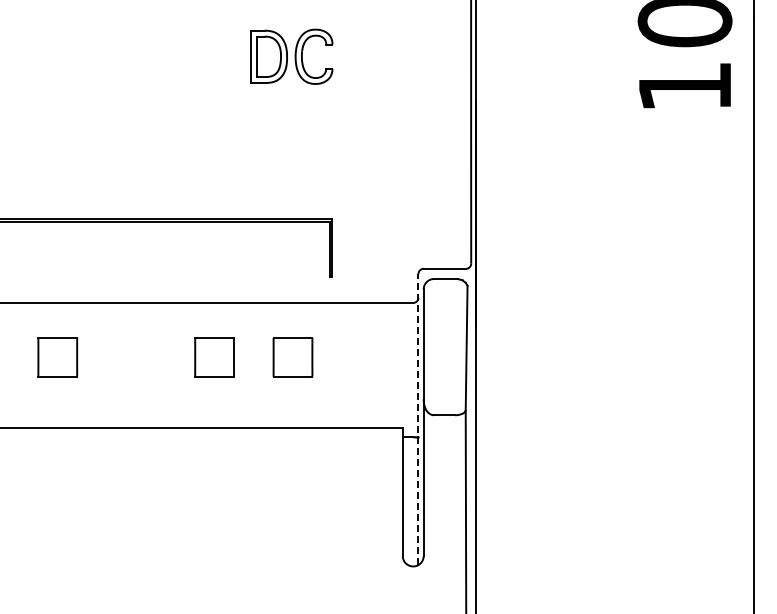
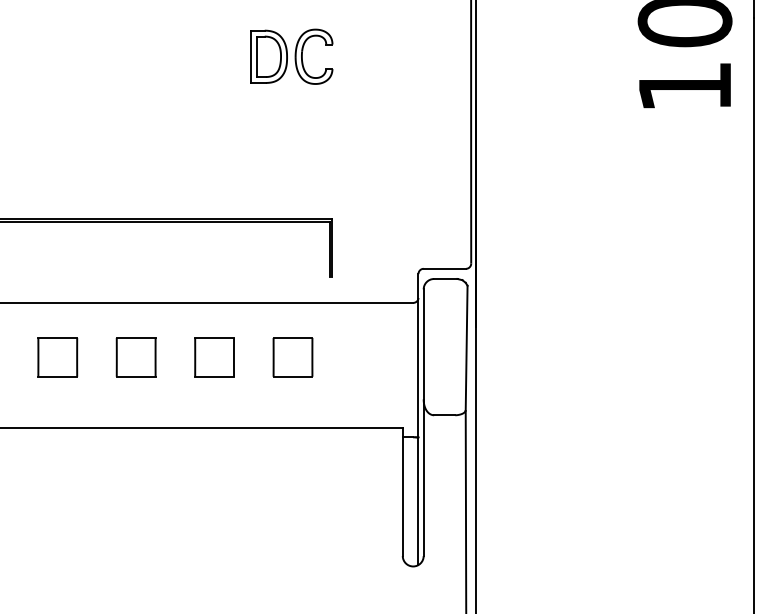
part at (135, 357): none -> present
line at (418, 418): dashed -> solid
